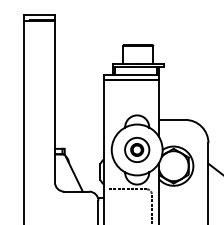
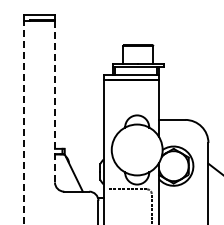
line at (54, 102): solid -> dashed
line at (24, 122): solid -> dashed
part at (137, 149): present -> none
